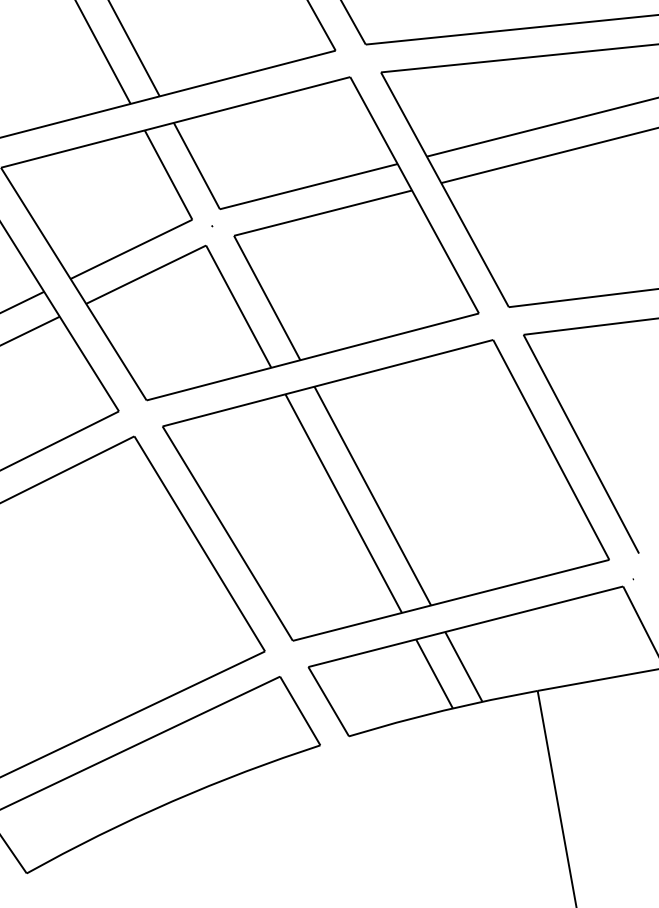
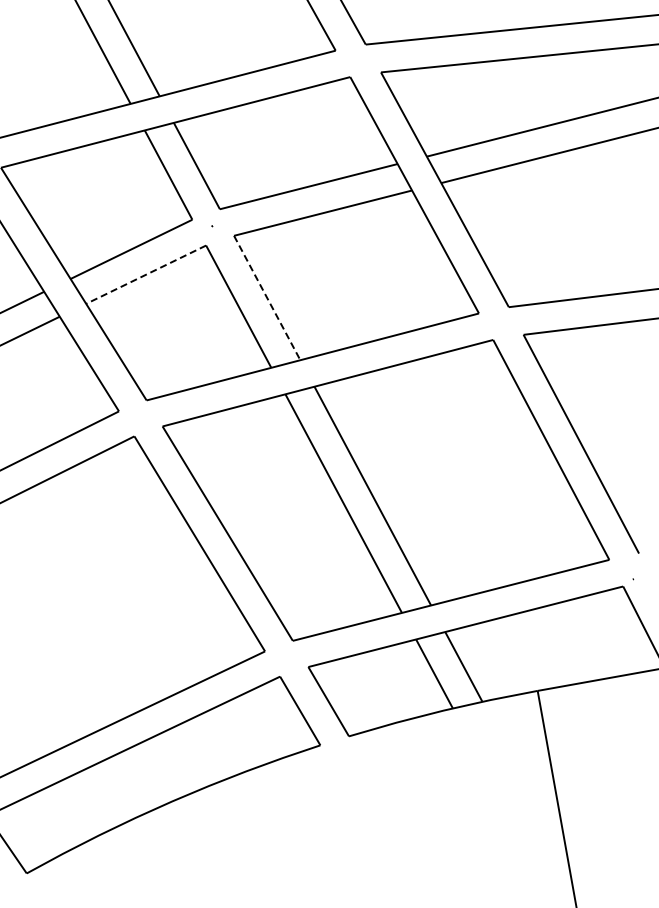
line at (146, 274): solid -> dashed
line at (267, 298): solid -> dashed
